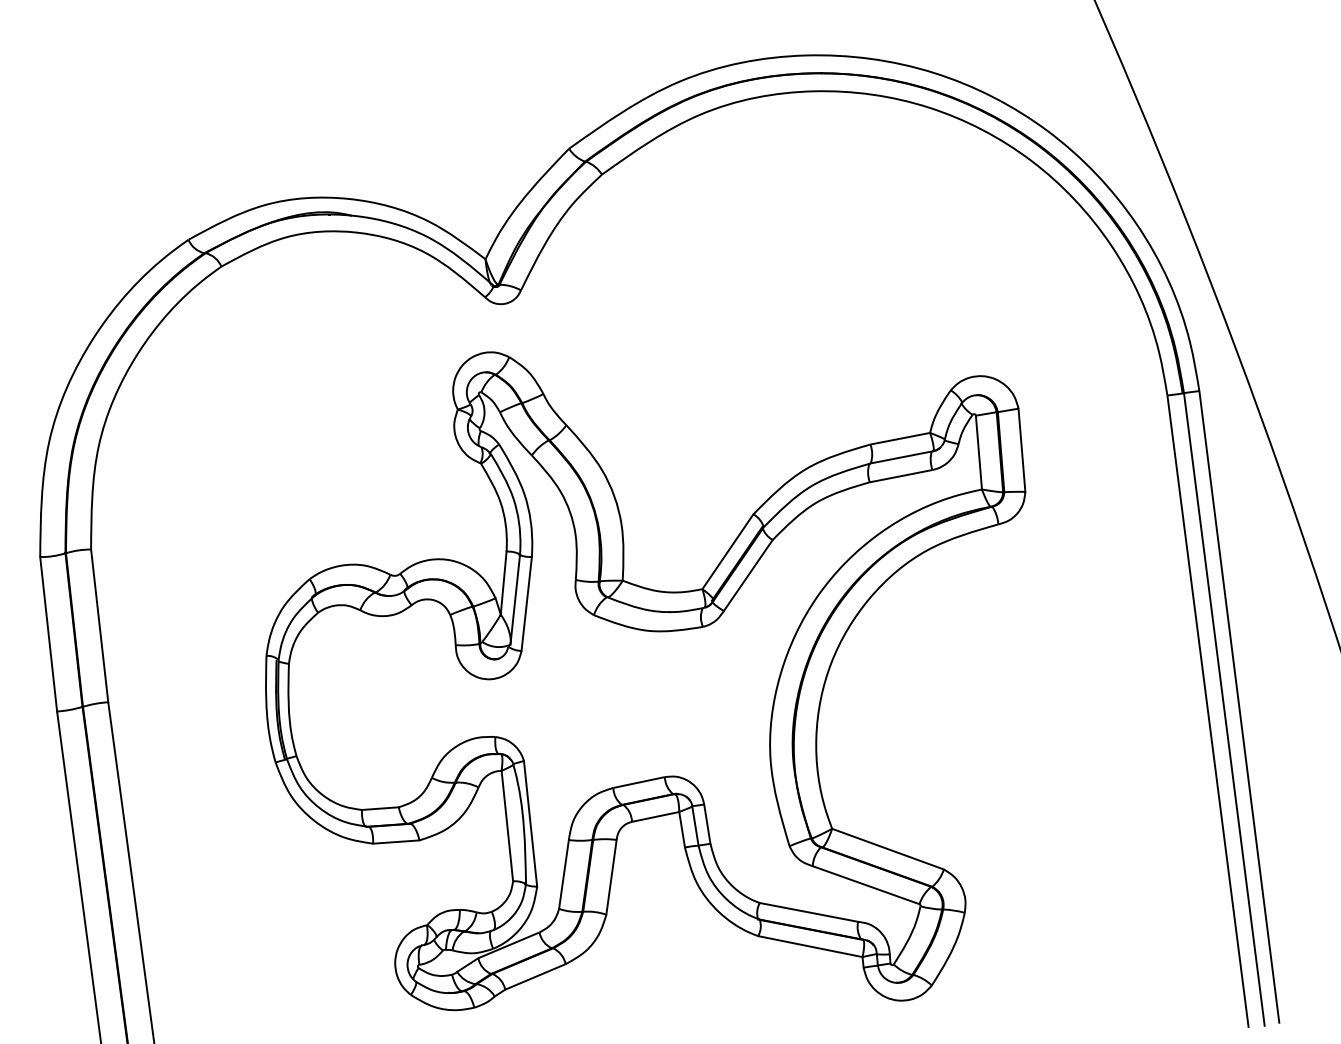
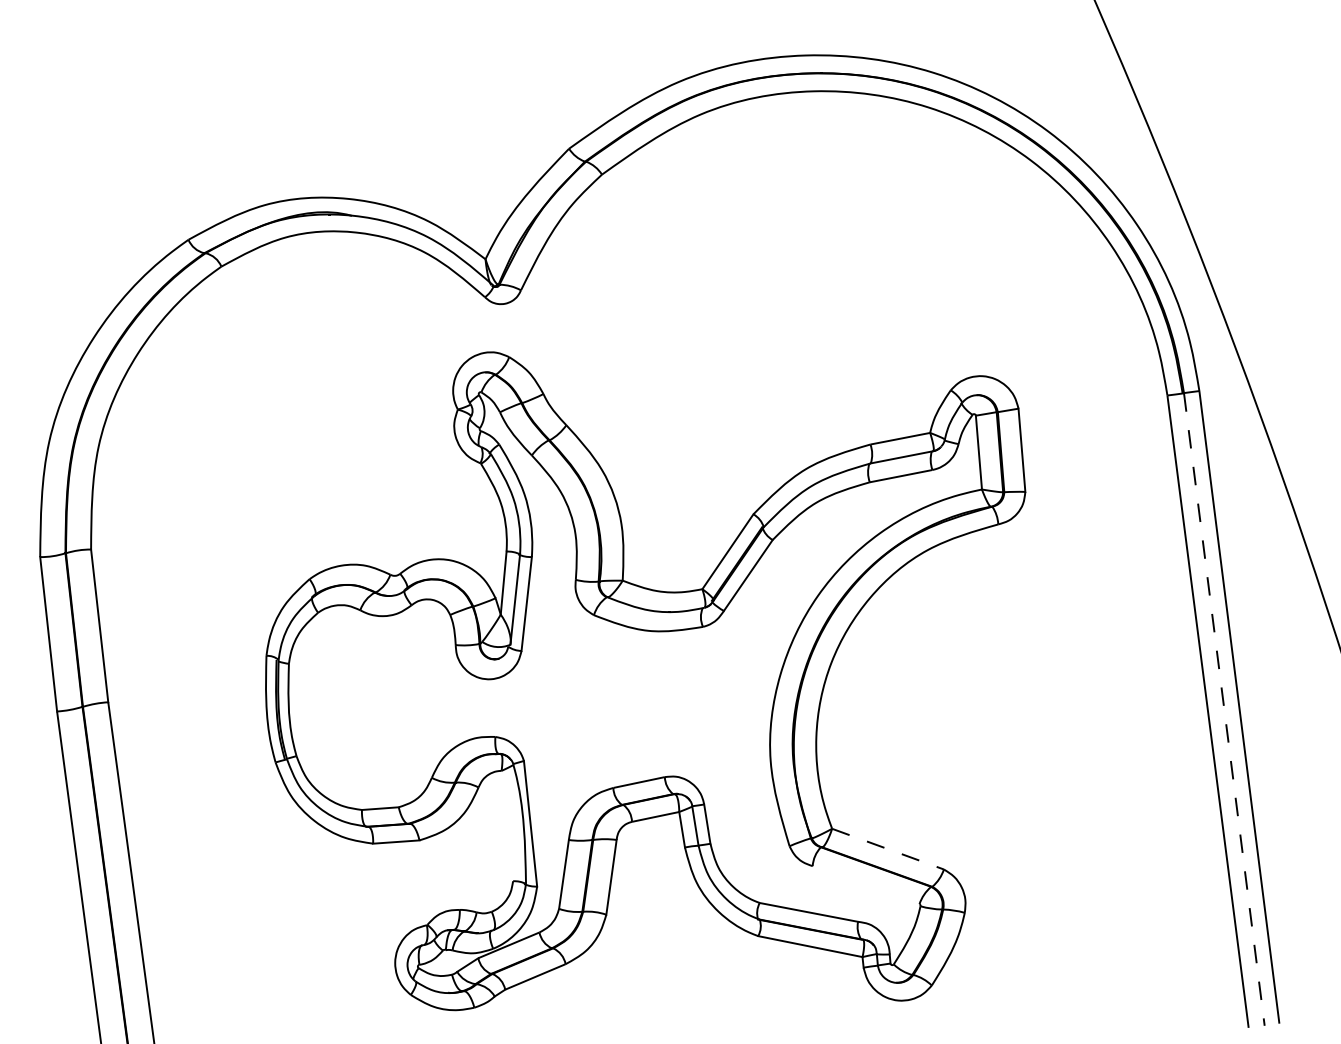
line at (1224, 709): solid -> dashed
line at (507, 825): present -> none
line at (888, 849): solid -> dashed
line at (865, 885): present -> none
